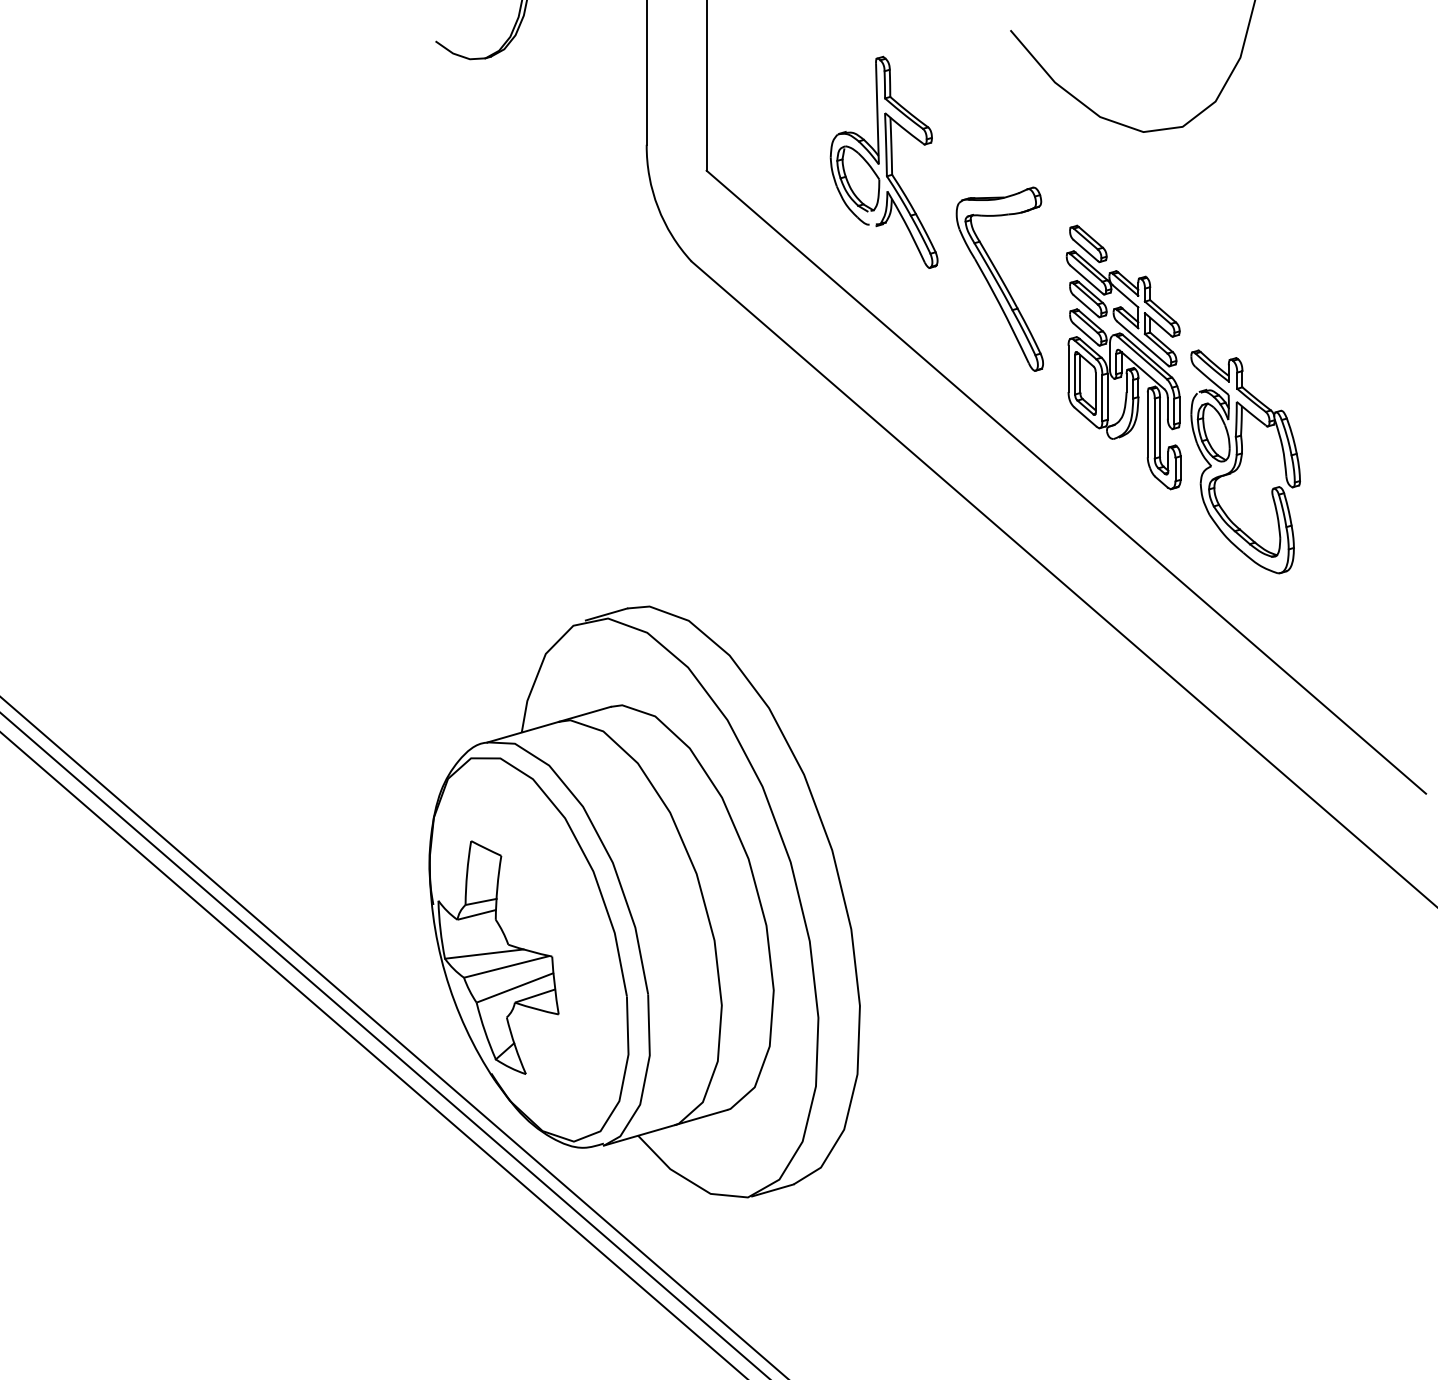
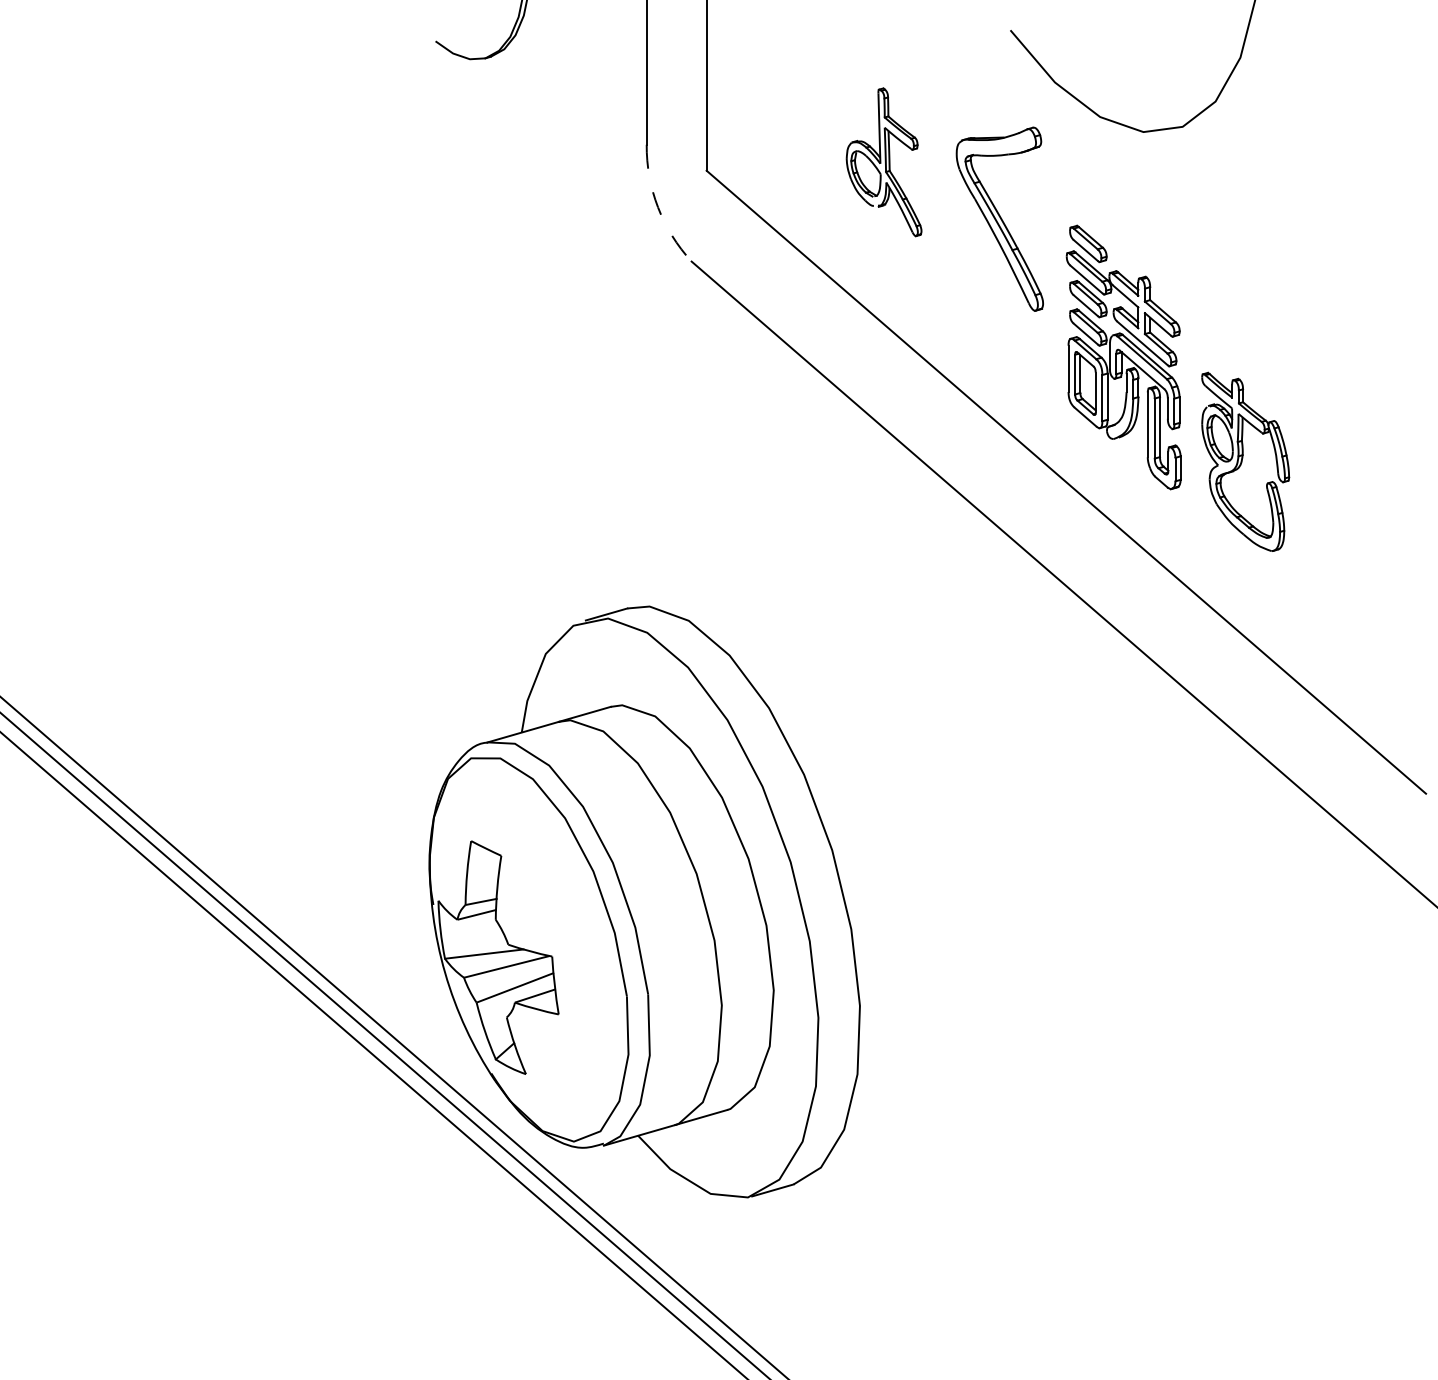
part at (883, 161) size: 110x214 px -> 78x151 px
arc at (658, 207): solid -> dashed
part at (999, 278) position: (999, 278) -> (999, 218)
part at (1245, 461) size: 111x226 px -> 90x181 px
